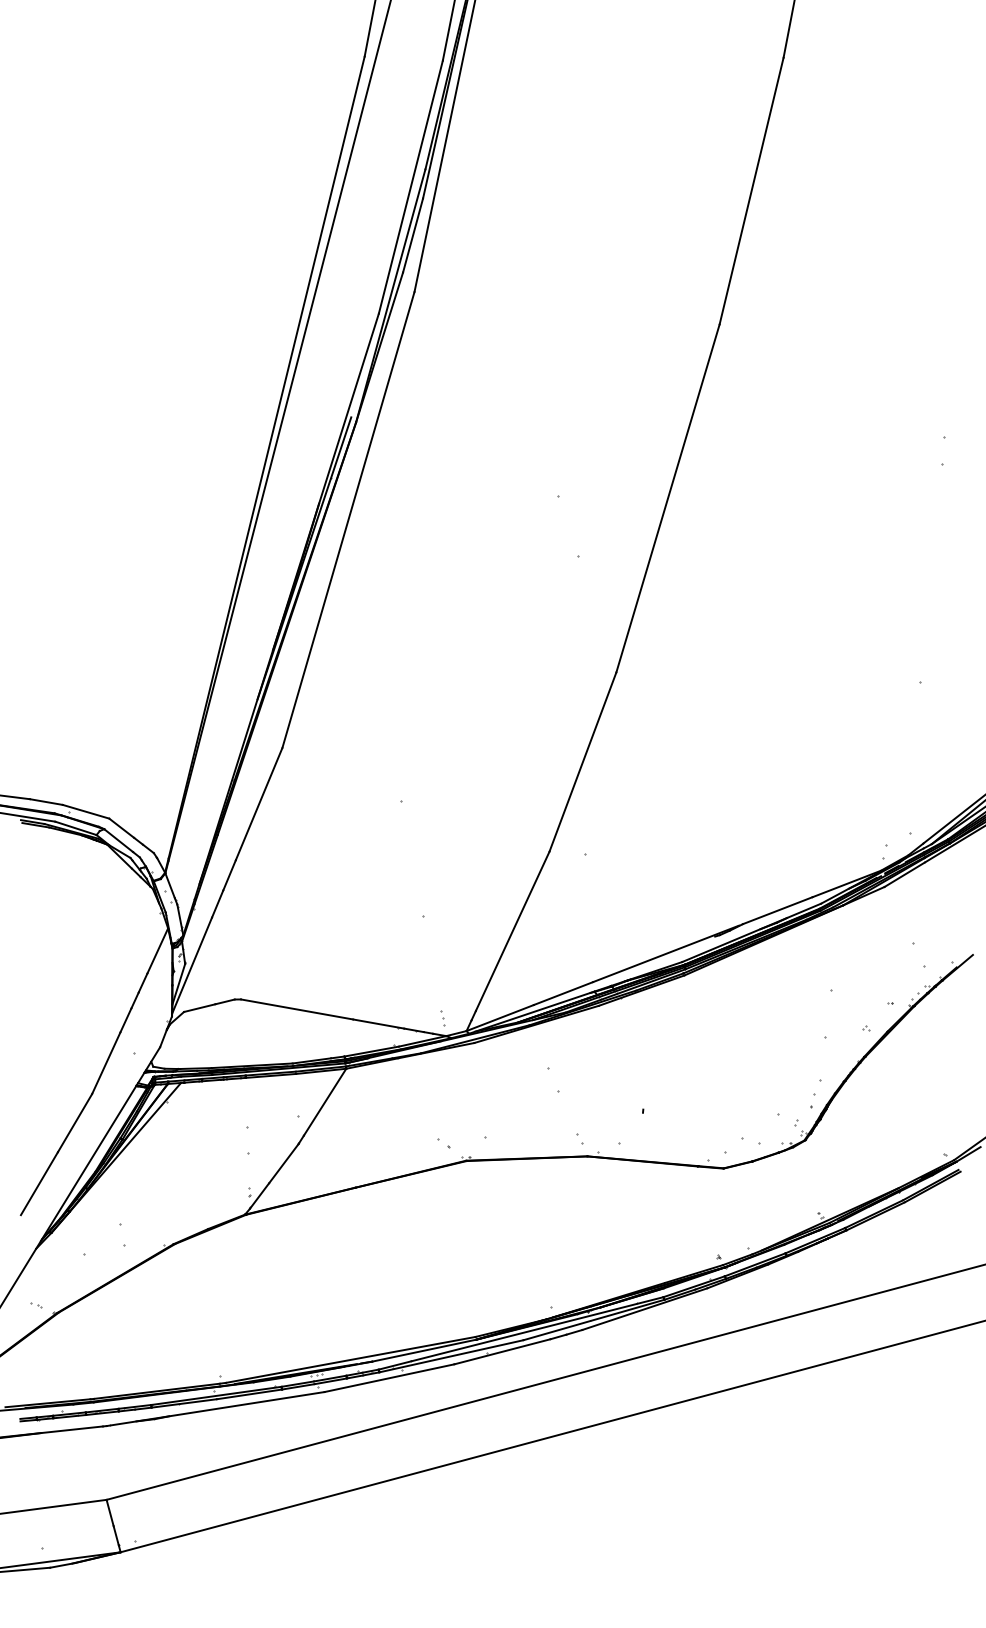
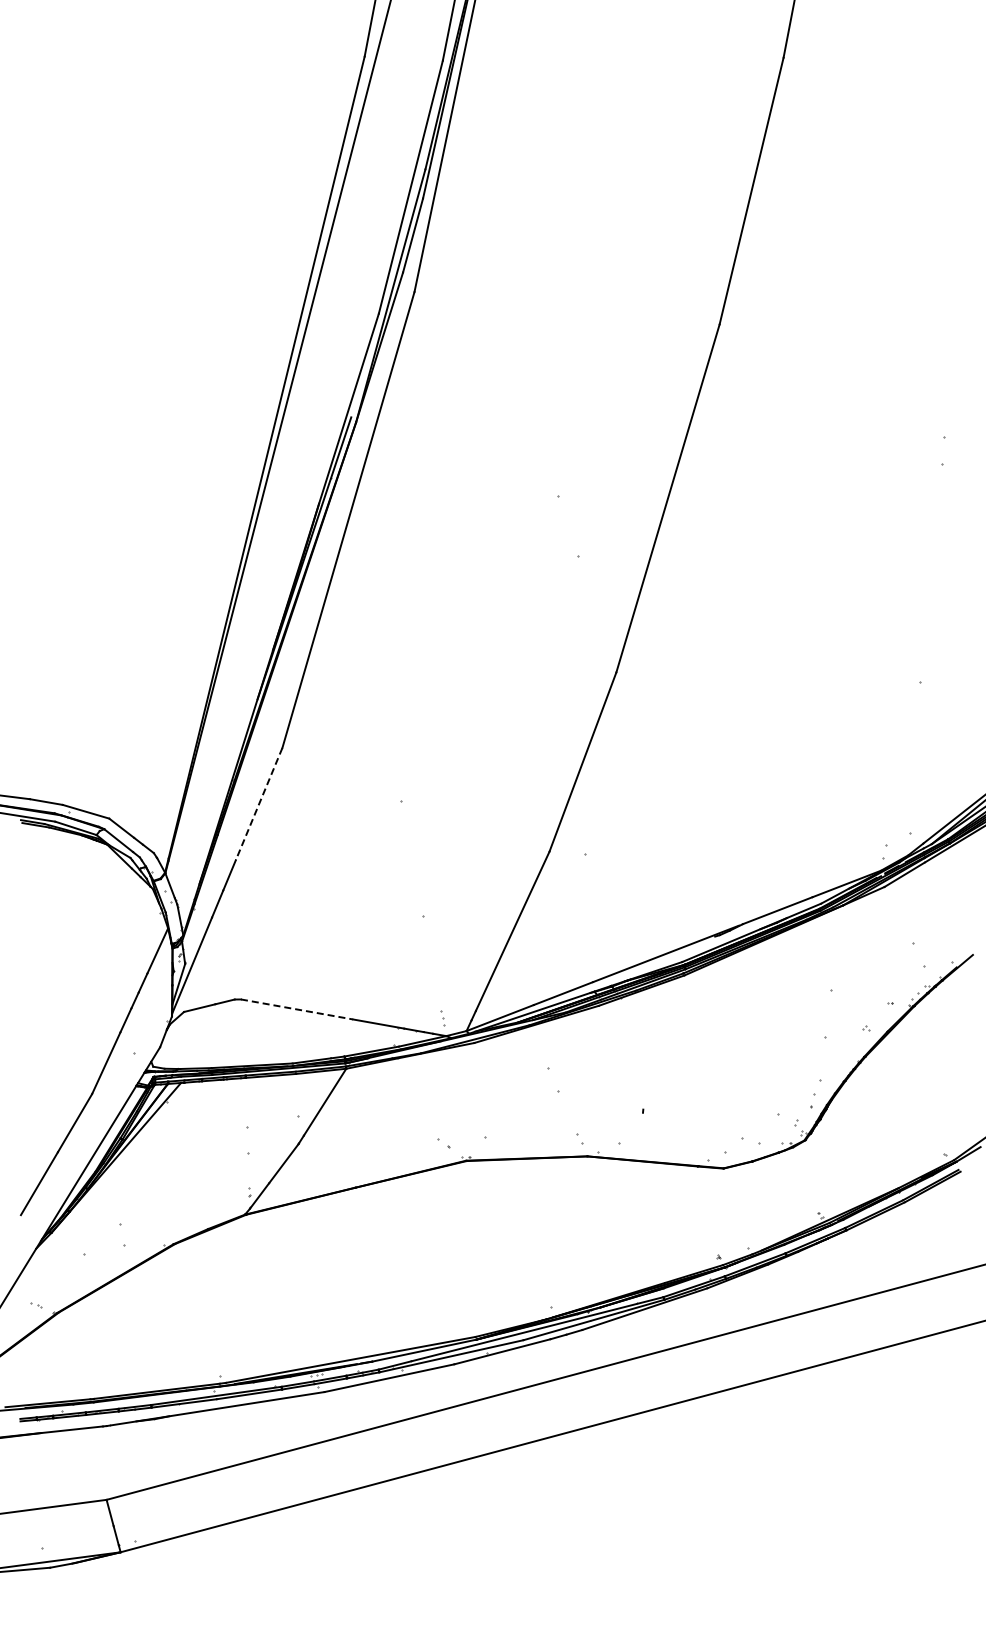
line at (259, 804): solid -> dashed
line at (297, 1009): solid -> dashed
